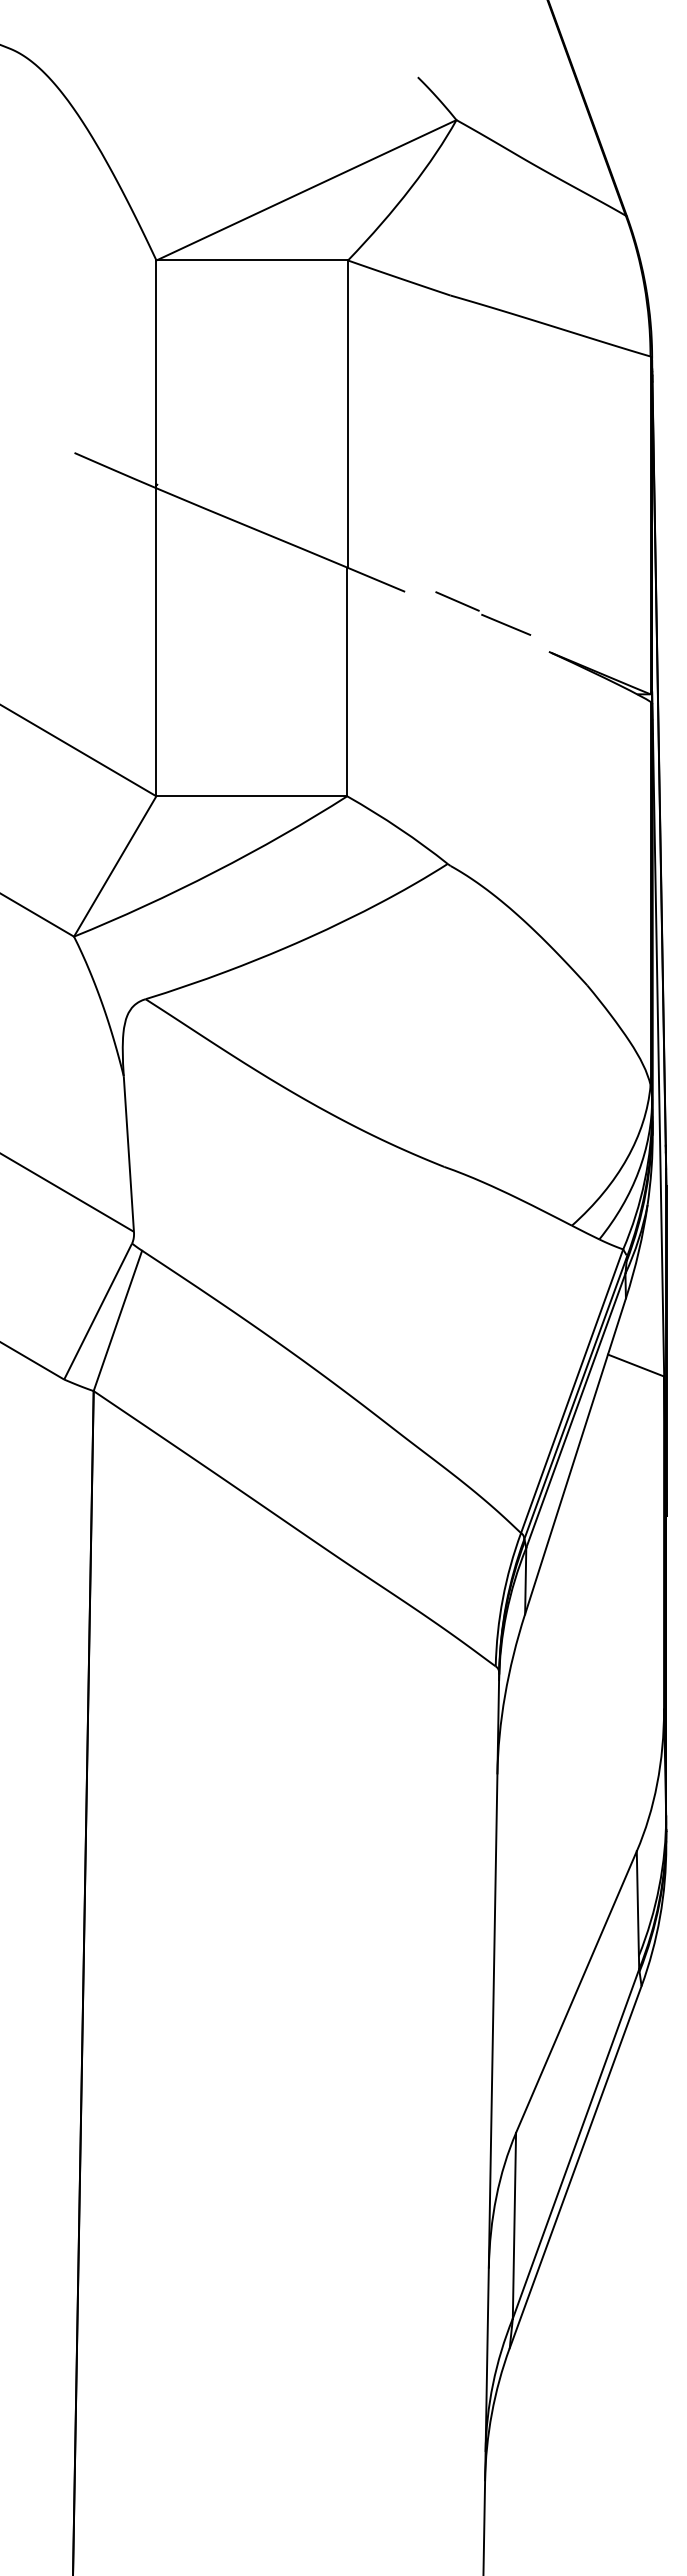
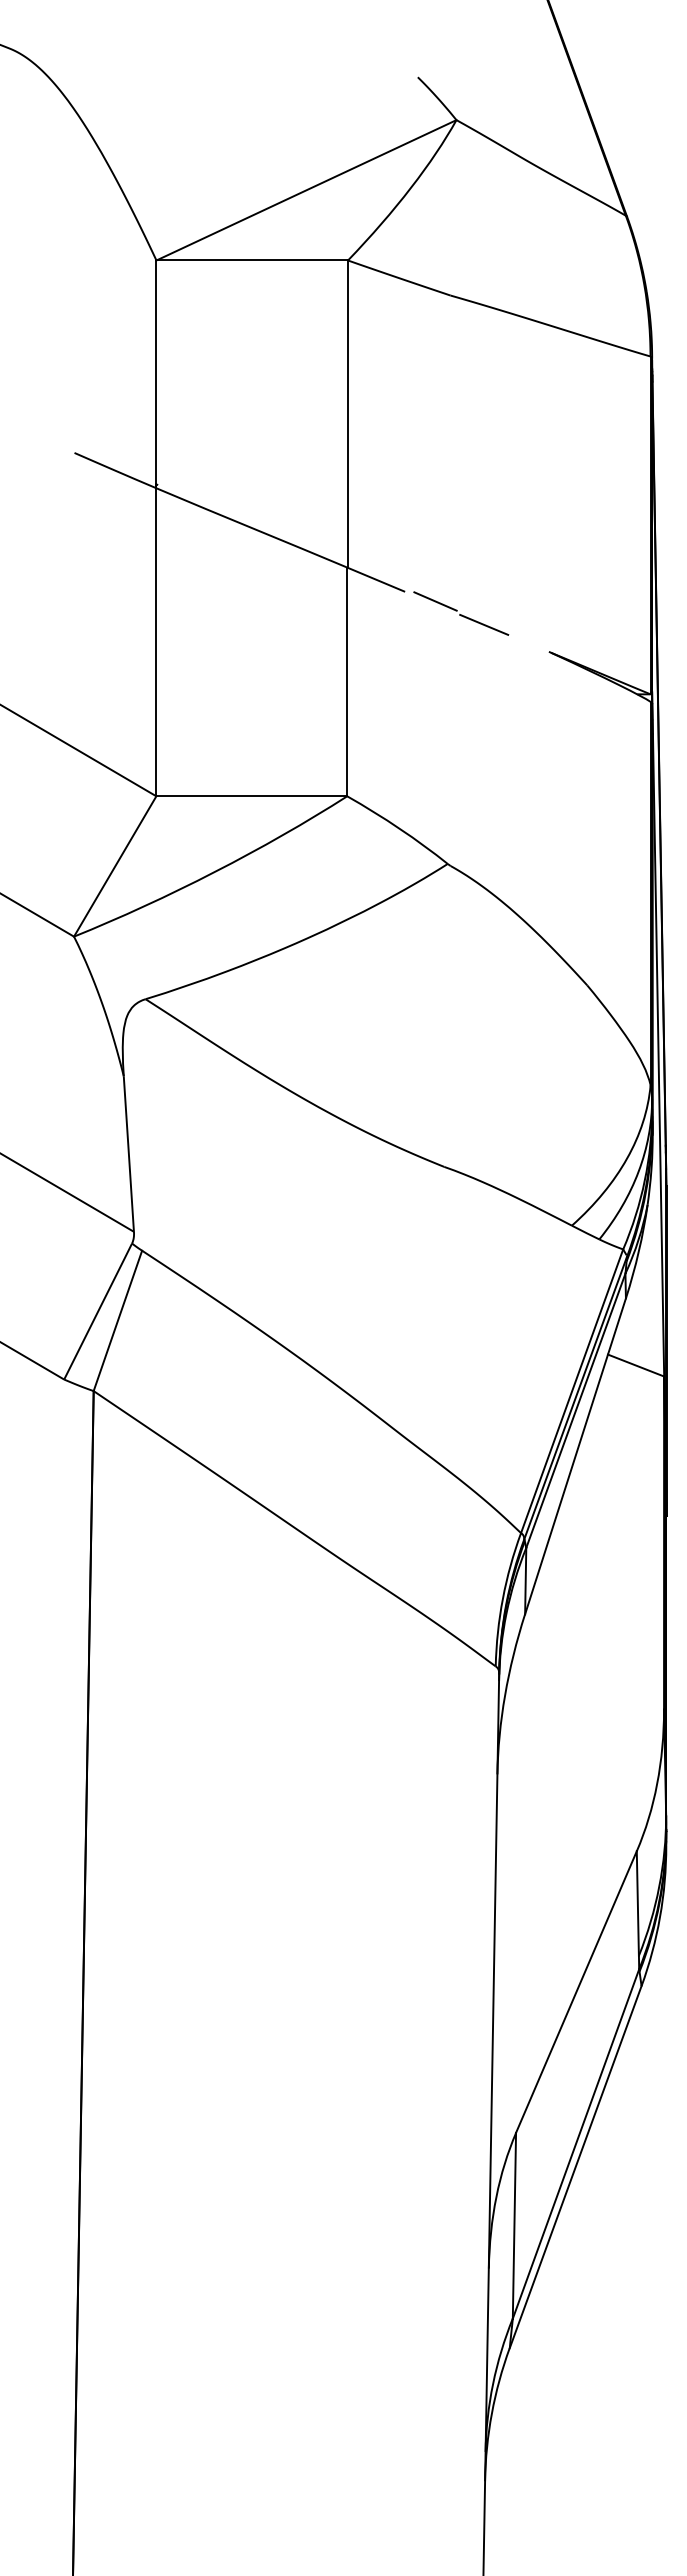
part at (483, 613) position: (483, 613) -> (461, 613)
